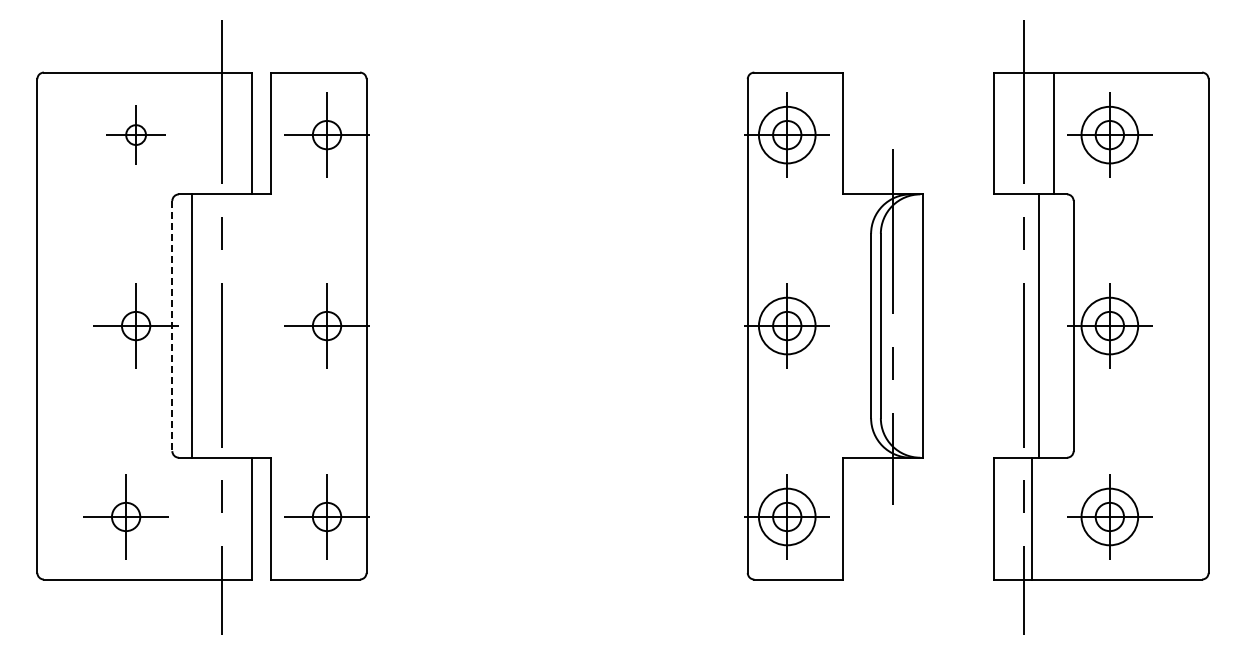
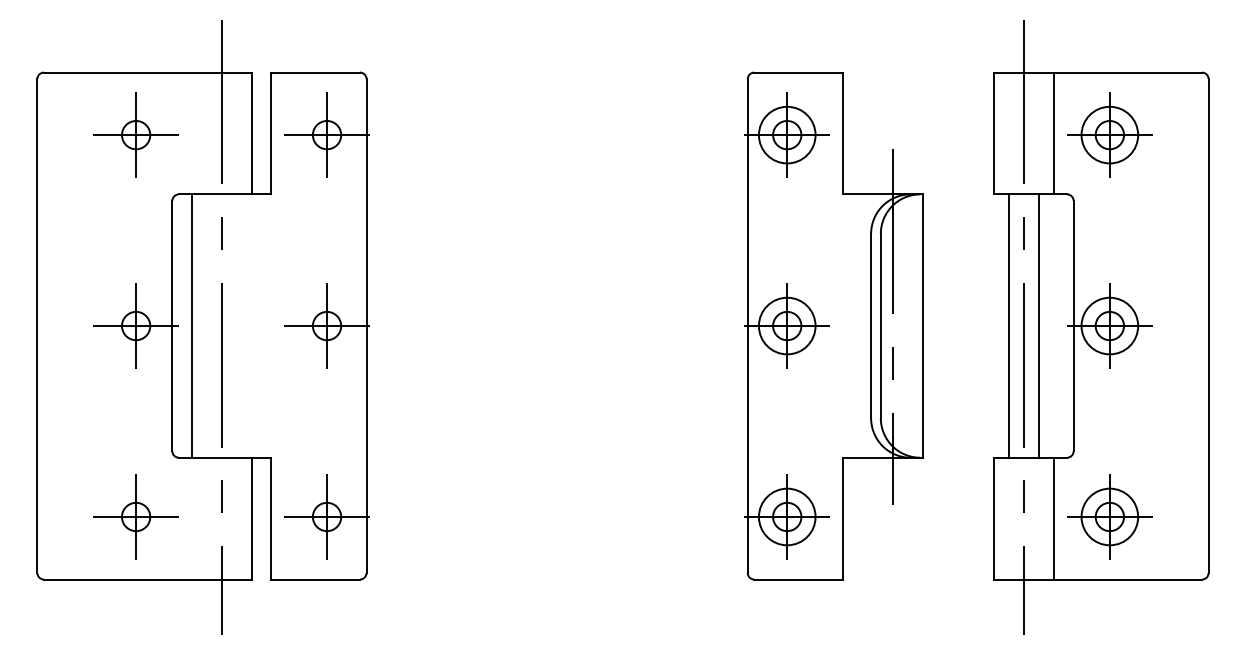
part at (135, 134) size: 60x60 px -> 86x86 px
line at (1009, 325): none -> present
line at (172, 326): dashed -> solid
part at (125, 516) position: (125, 516) -> (135, 516)
line at (1032, 518) position: (1032, 518) -> (1054, 518)
